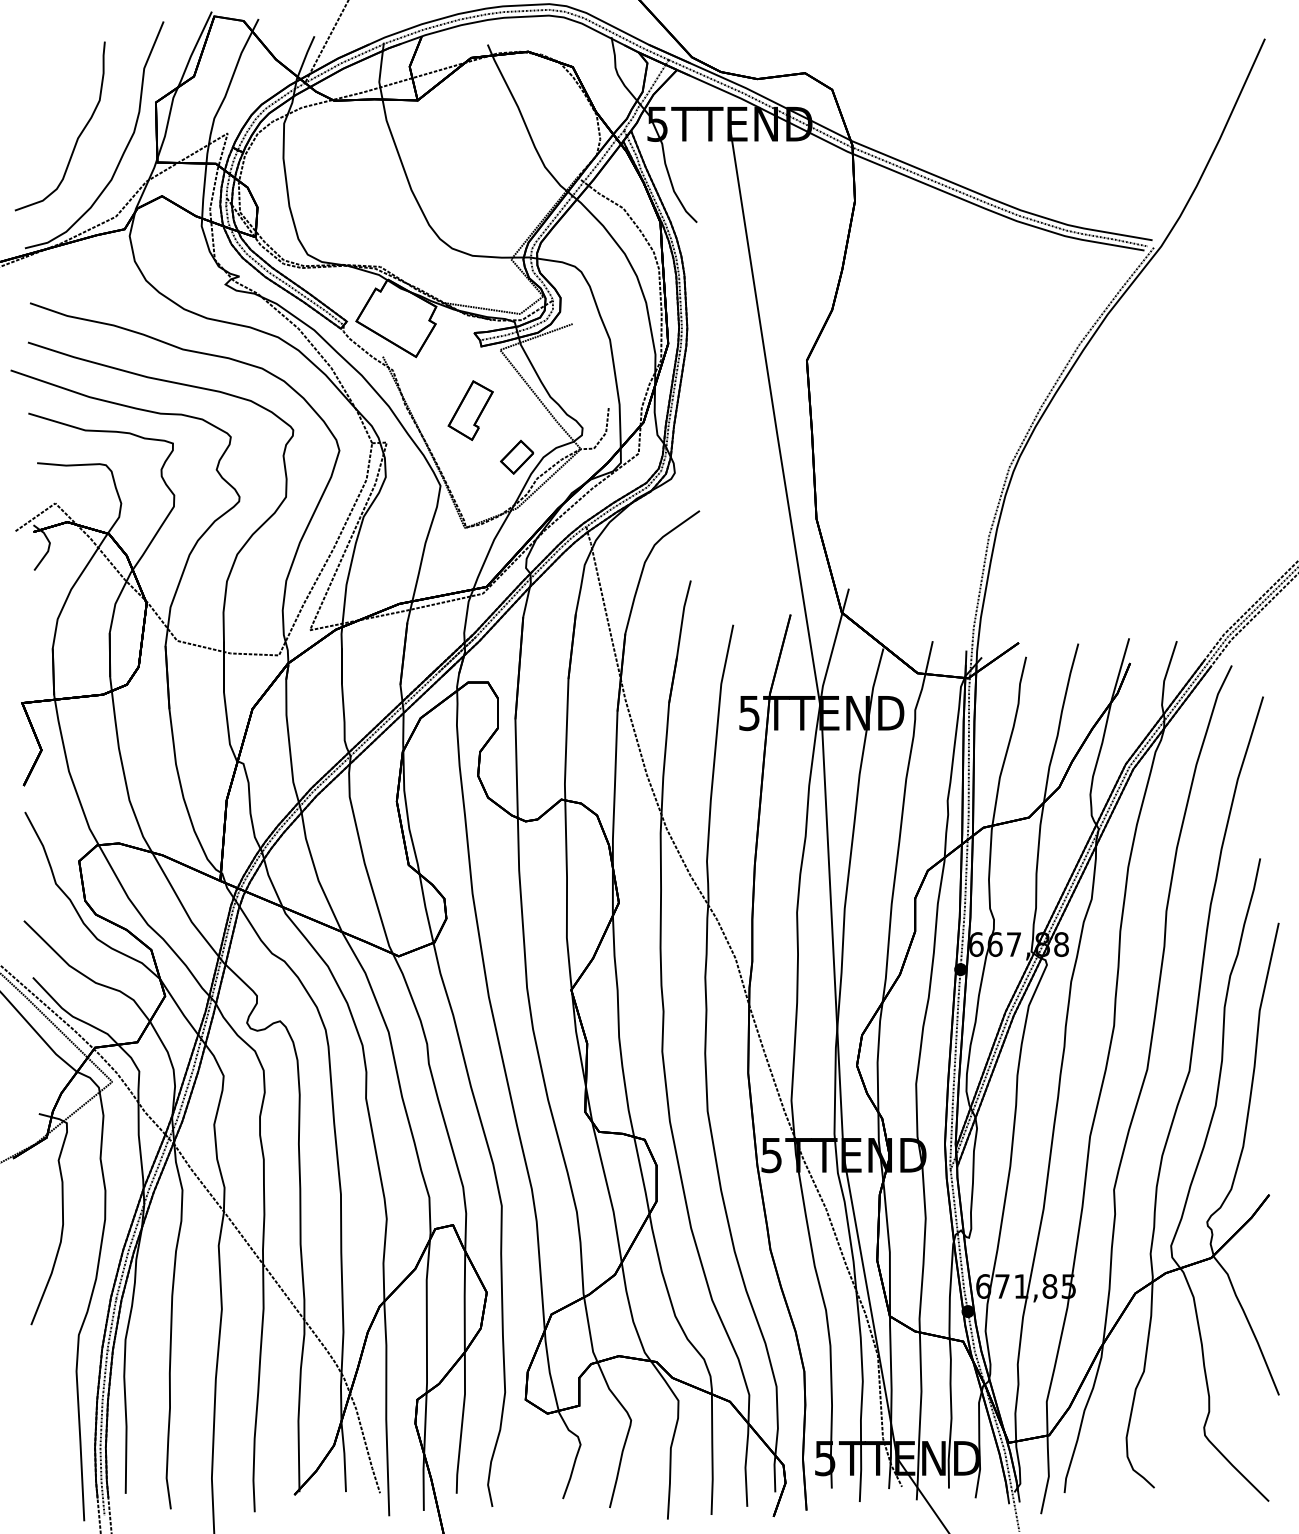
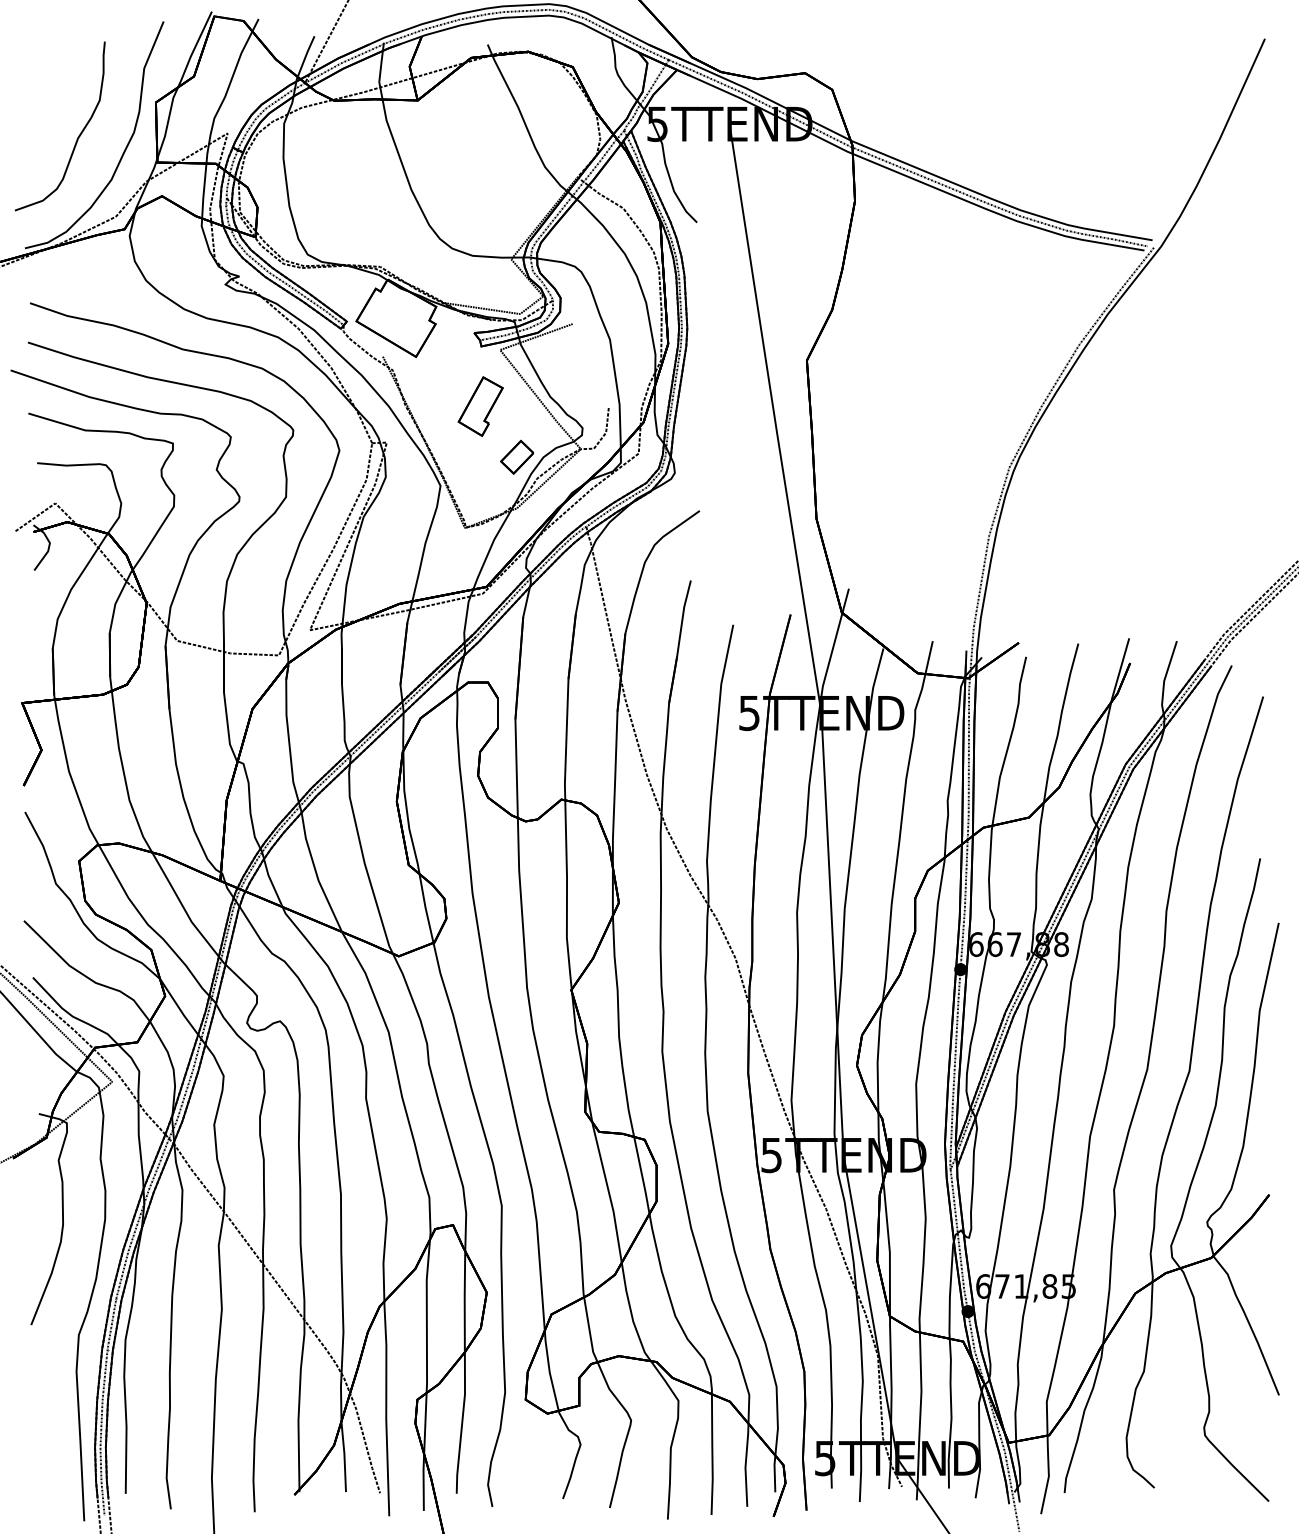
part at (470, 410) position: (470, 410) -> (480, 406)
